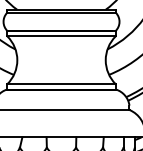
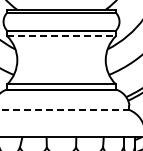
line at (62, 36): solid -> dashed
line at (65, 110): solid -> dashed
